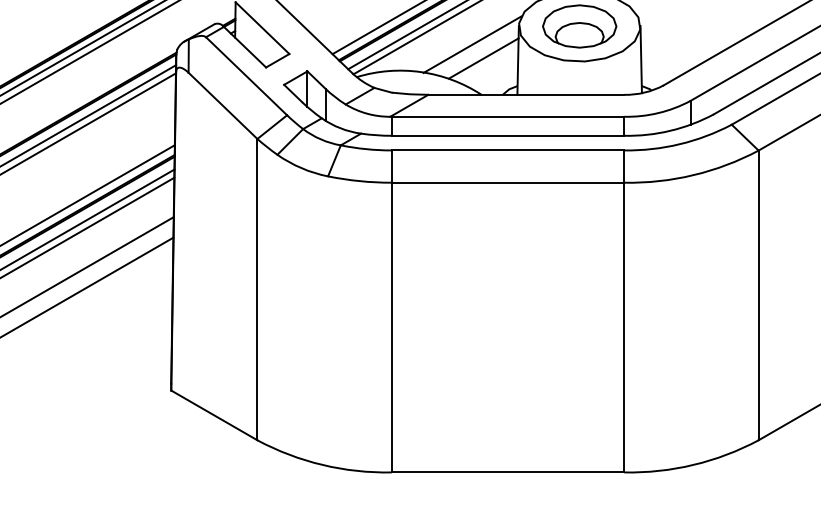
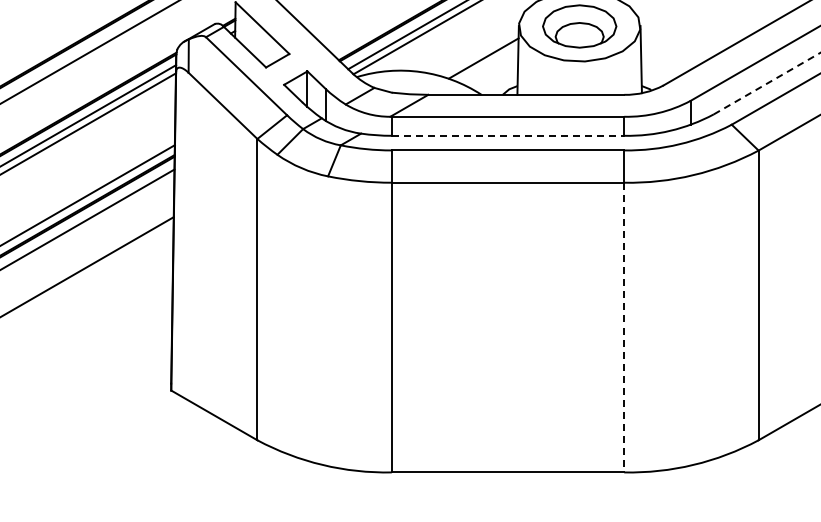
line at (377, 28): present -> none
line at (472, 44): present -> none
line at (82, 48): present -> none
line at (767, 83): solid -> dashed
line at (508, 135): solid -> dashed
line at (88, 226): present -> none
line at (87, 286): present -> none
line at (624, 327): solid -> dashed
